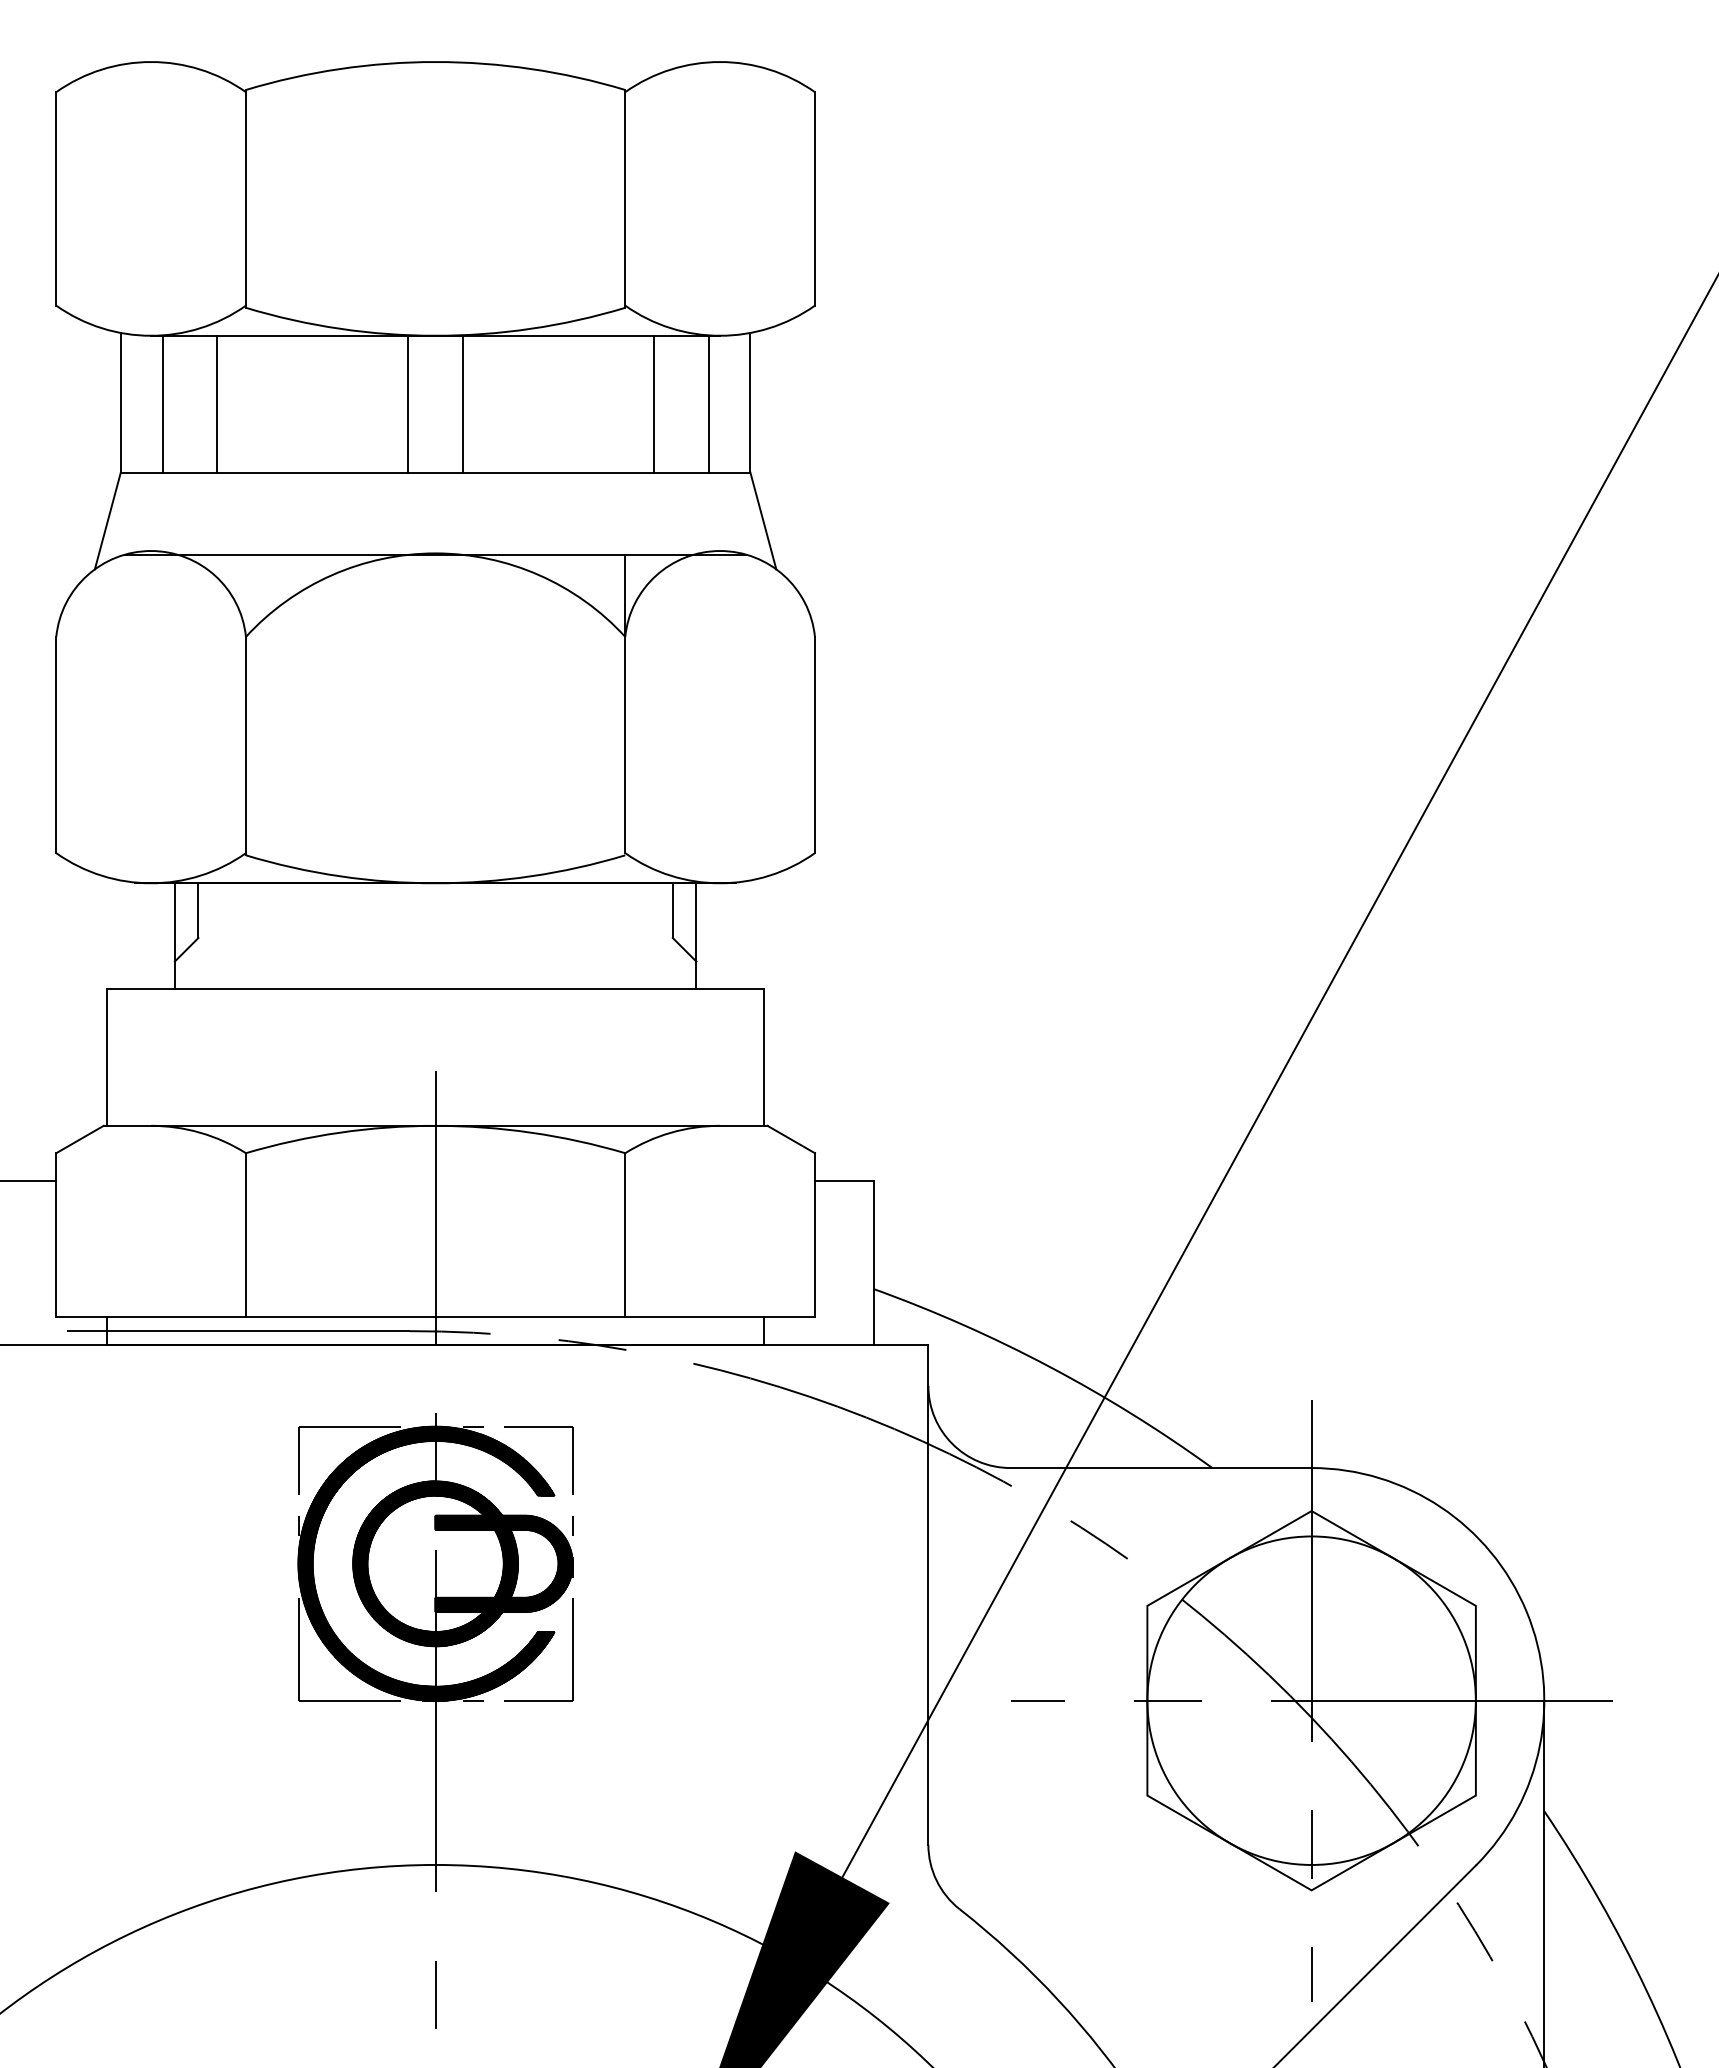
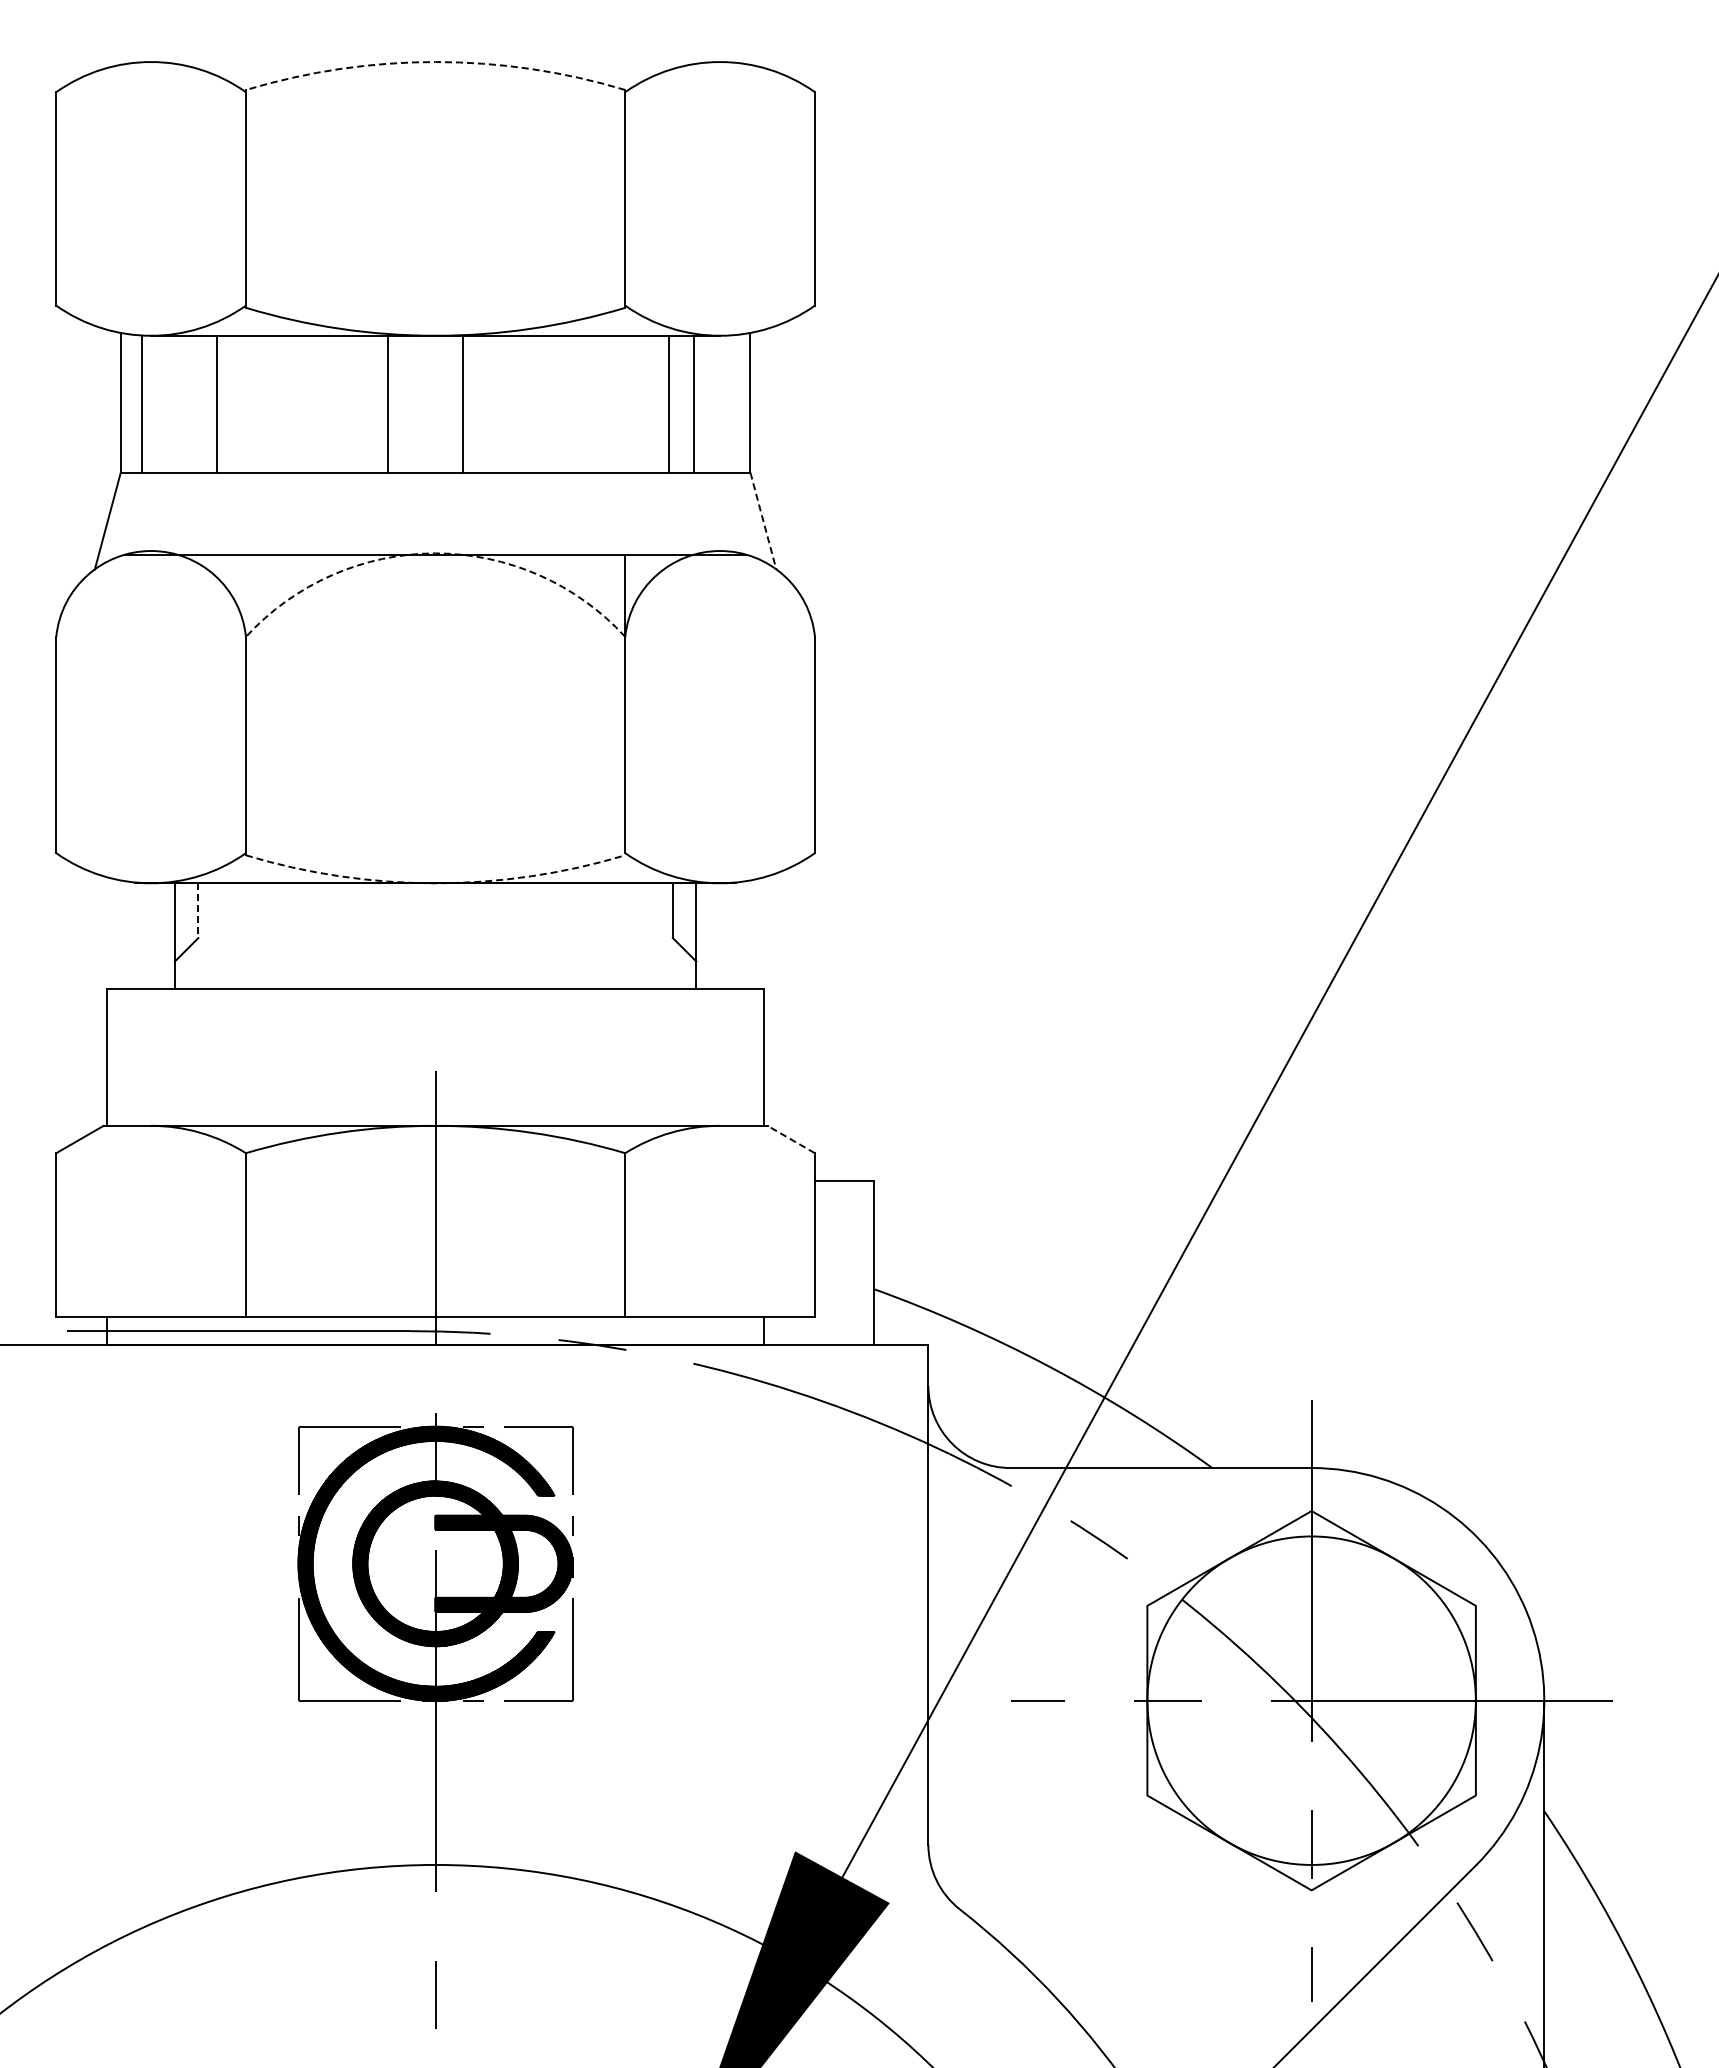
arc at (435, 62): solid -> dashed
line at (162, 403) position: (162, 403) -> (141, 403)
line at (408, 403) position: (408, 403) -> (388, 403)
line at (653, 403) position: (653, 403) -> (668, 403)
line at (708, 403) position: (708, 403) -> (693, 403)
line at (763, 521): solid -> dashed
arc at (435, 553): solid -> dashed
arc at (435, 883): solid -> dashed
line at (198, 911): solid -> dashed
line at (790, 1139): solid -> dashed
line at (29, 1180): present -> none
